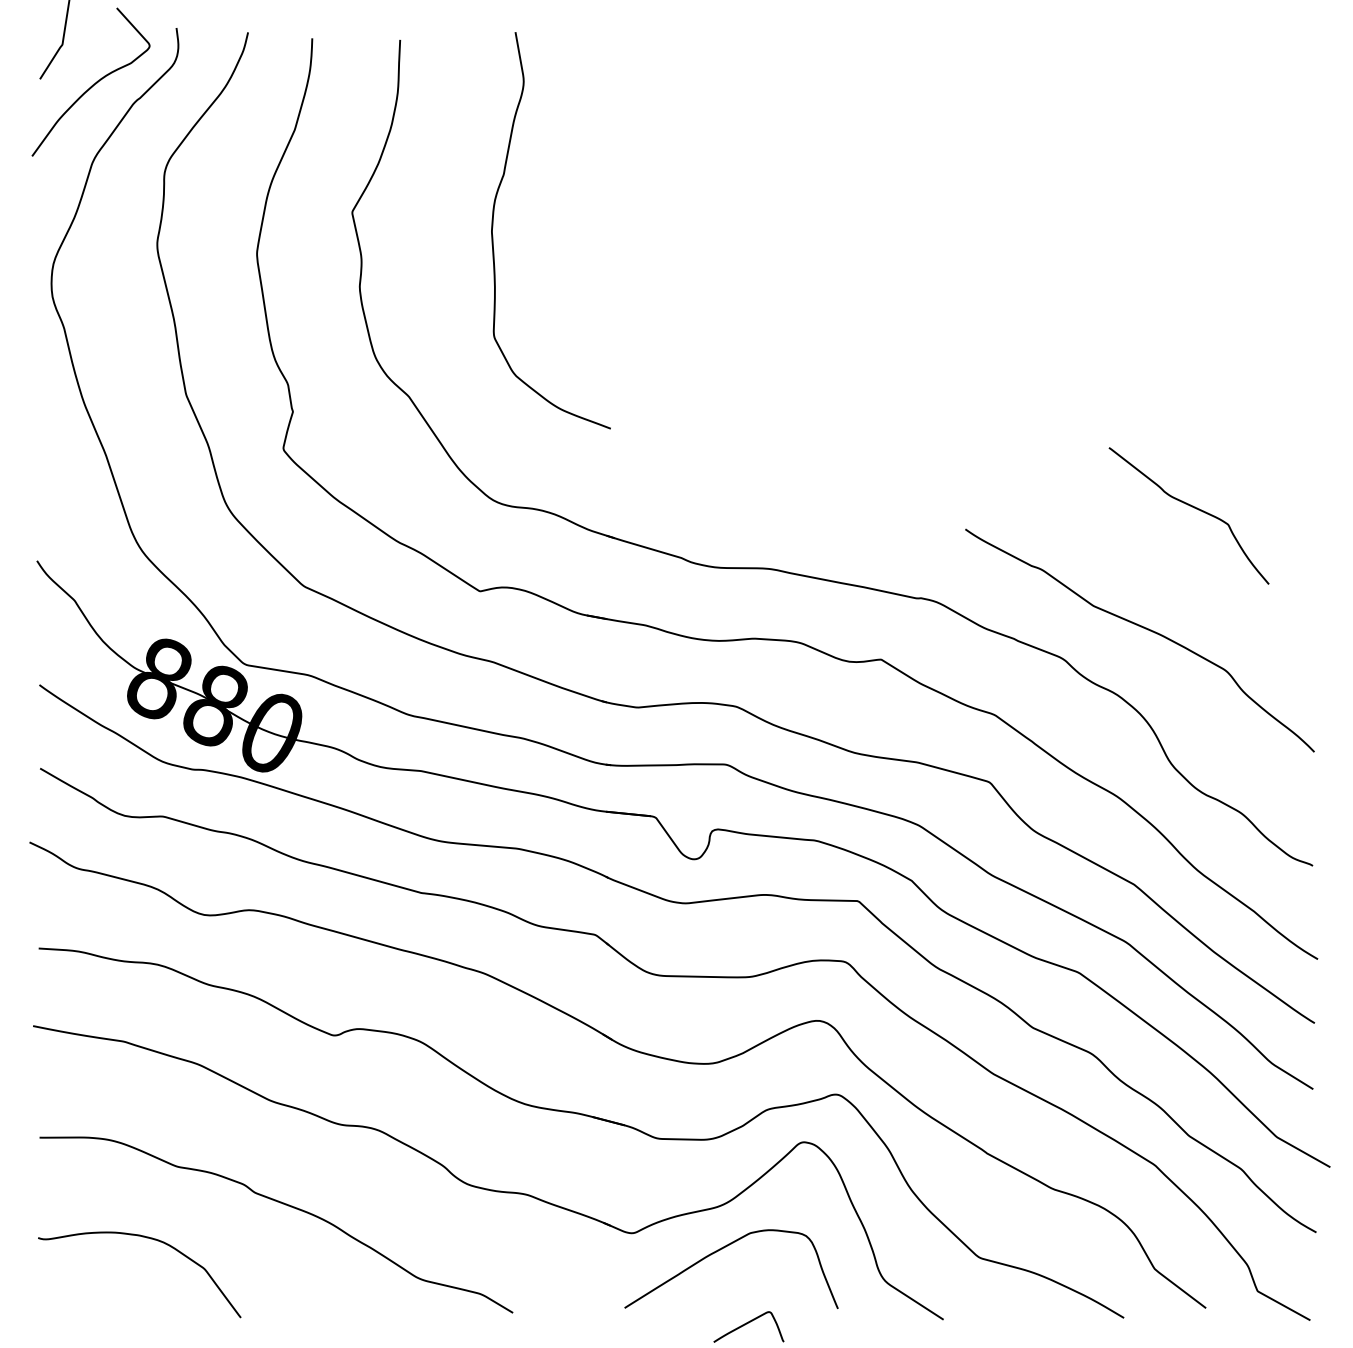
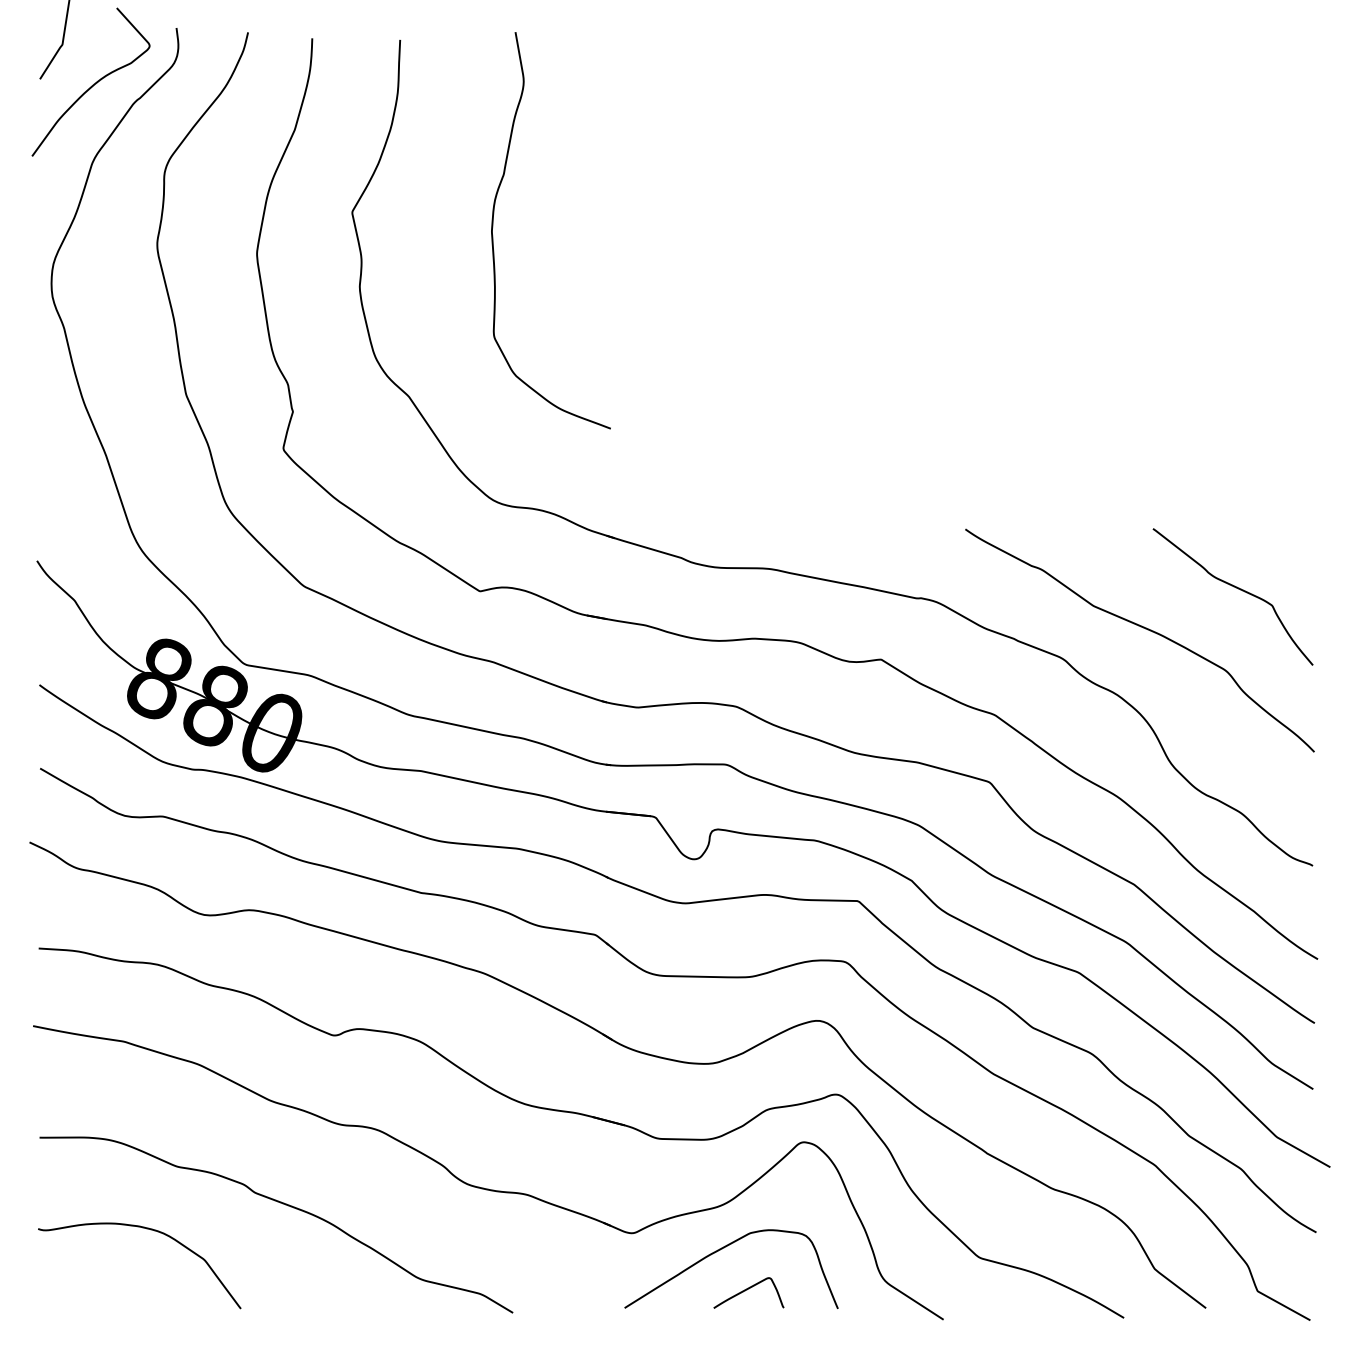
curve at (1192, 507) position: (1192, 507) -> (1236, 588)
curve at (146, 1238) position: (146, 1238) -> (146, 1229)
curve at (747, 1324) position: (747, 1324) -> (747, 1290)
